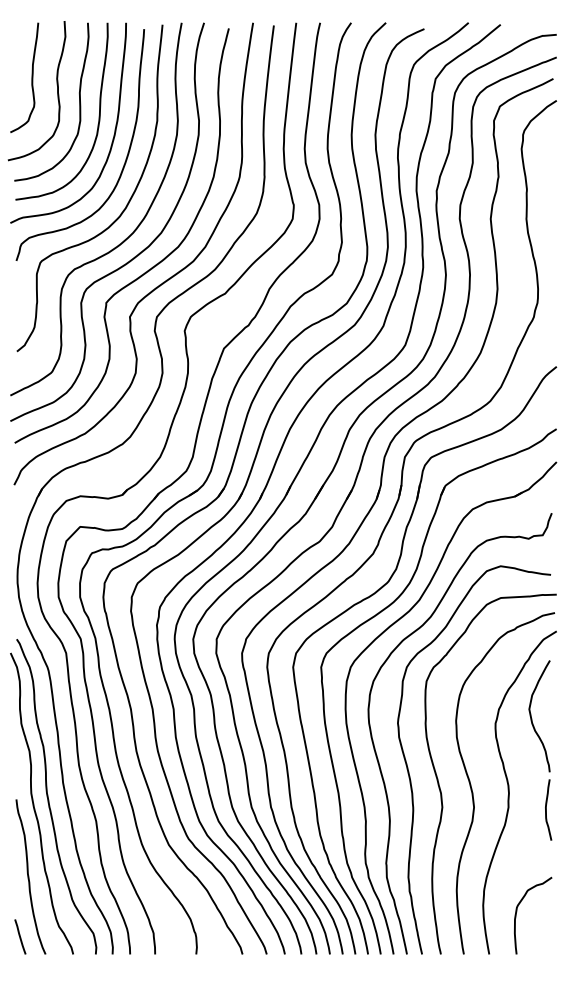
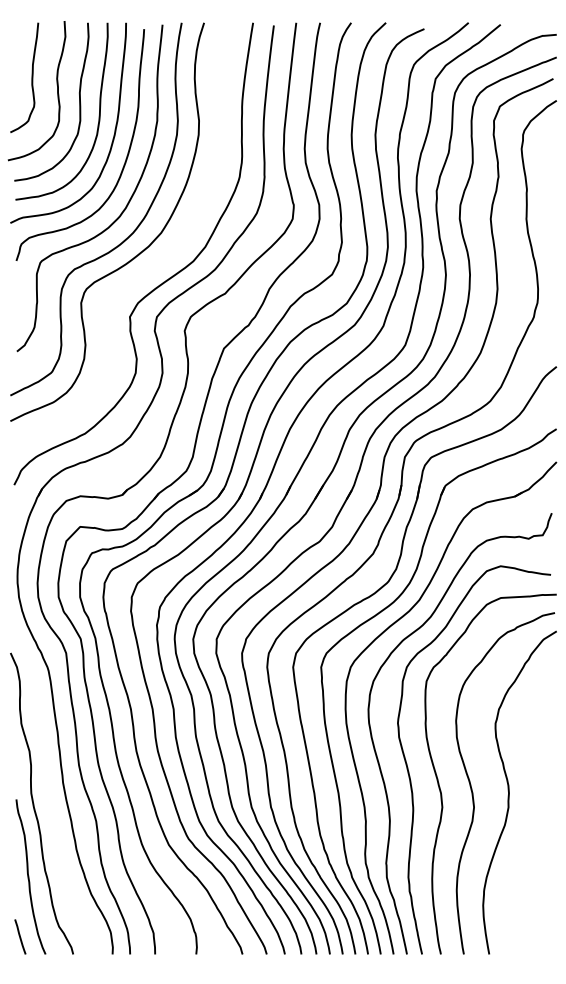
curve at (145, 271): present -> none
part at (540, 750): present -> none
curve at (49, 799): present -> none
curve at (517, 911): present -> none
